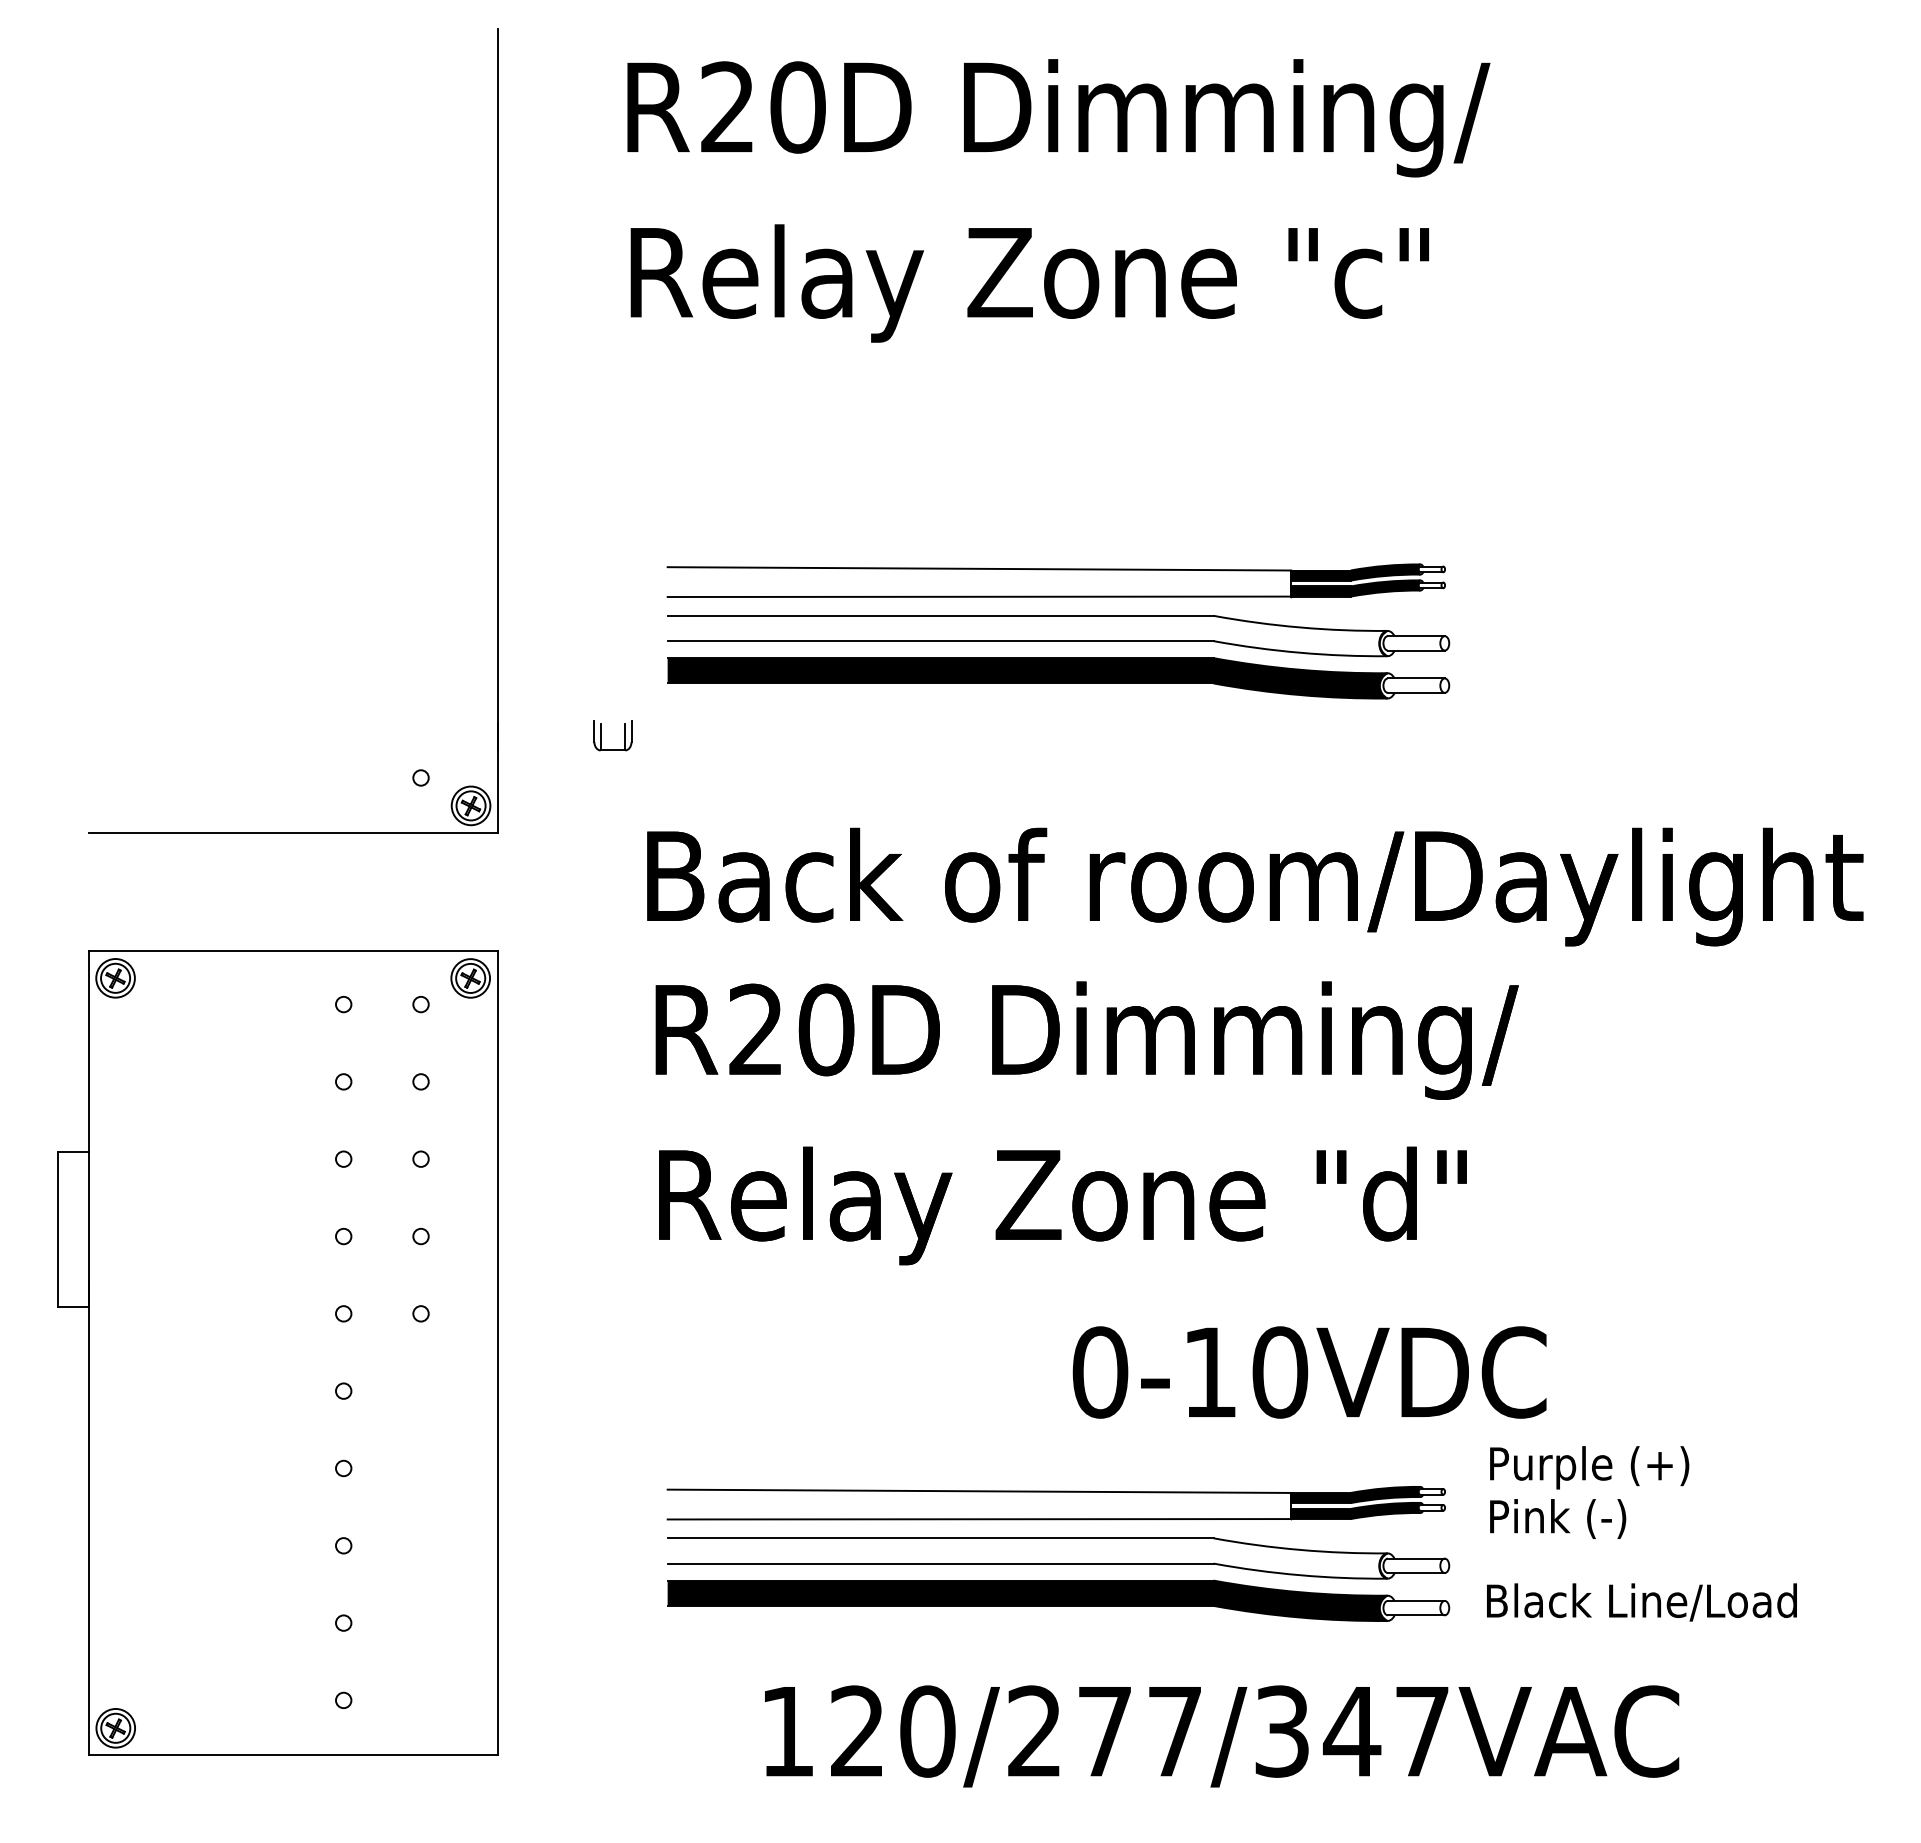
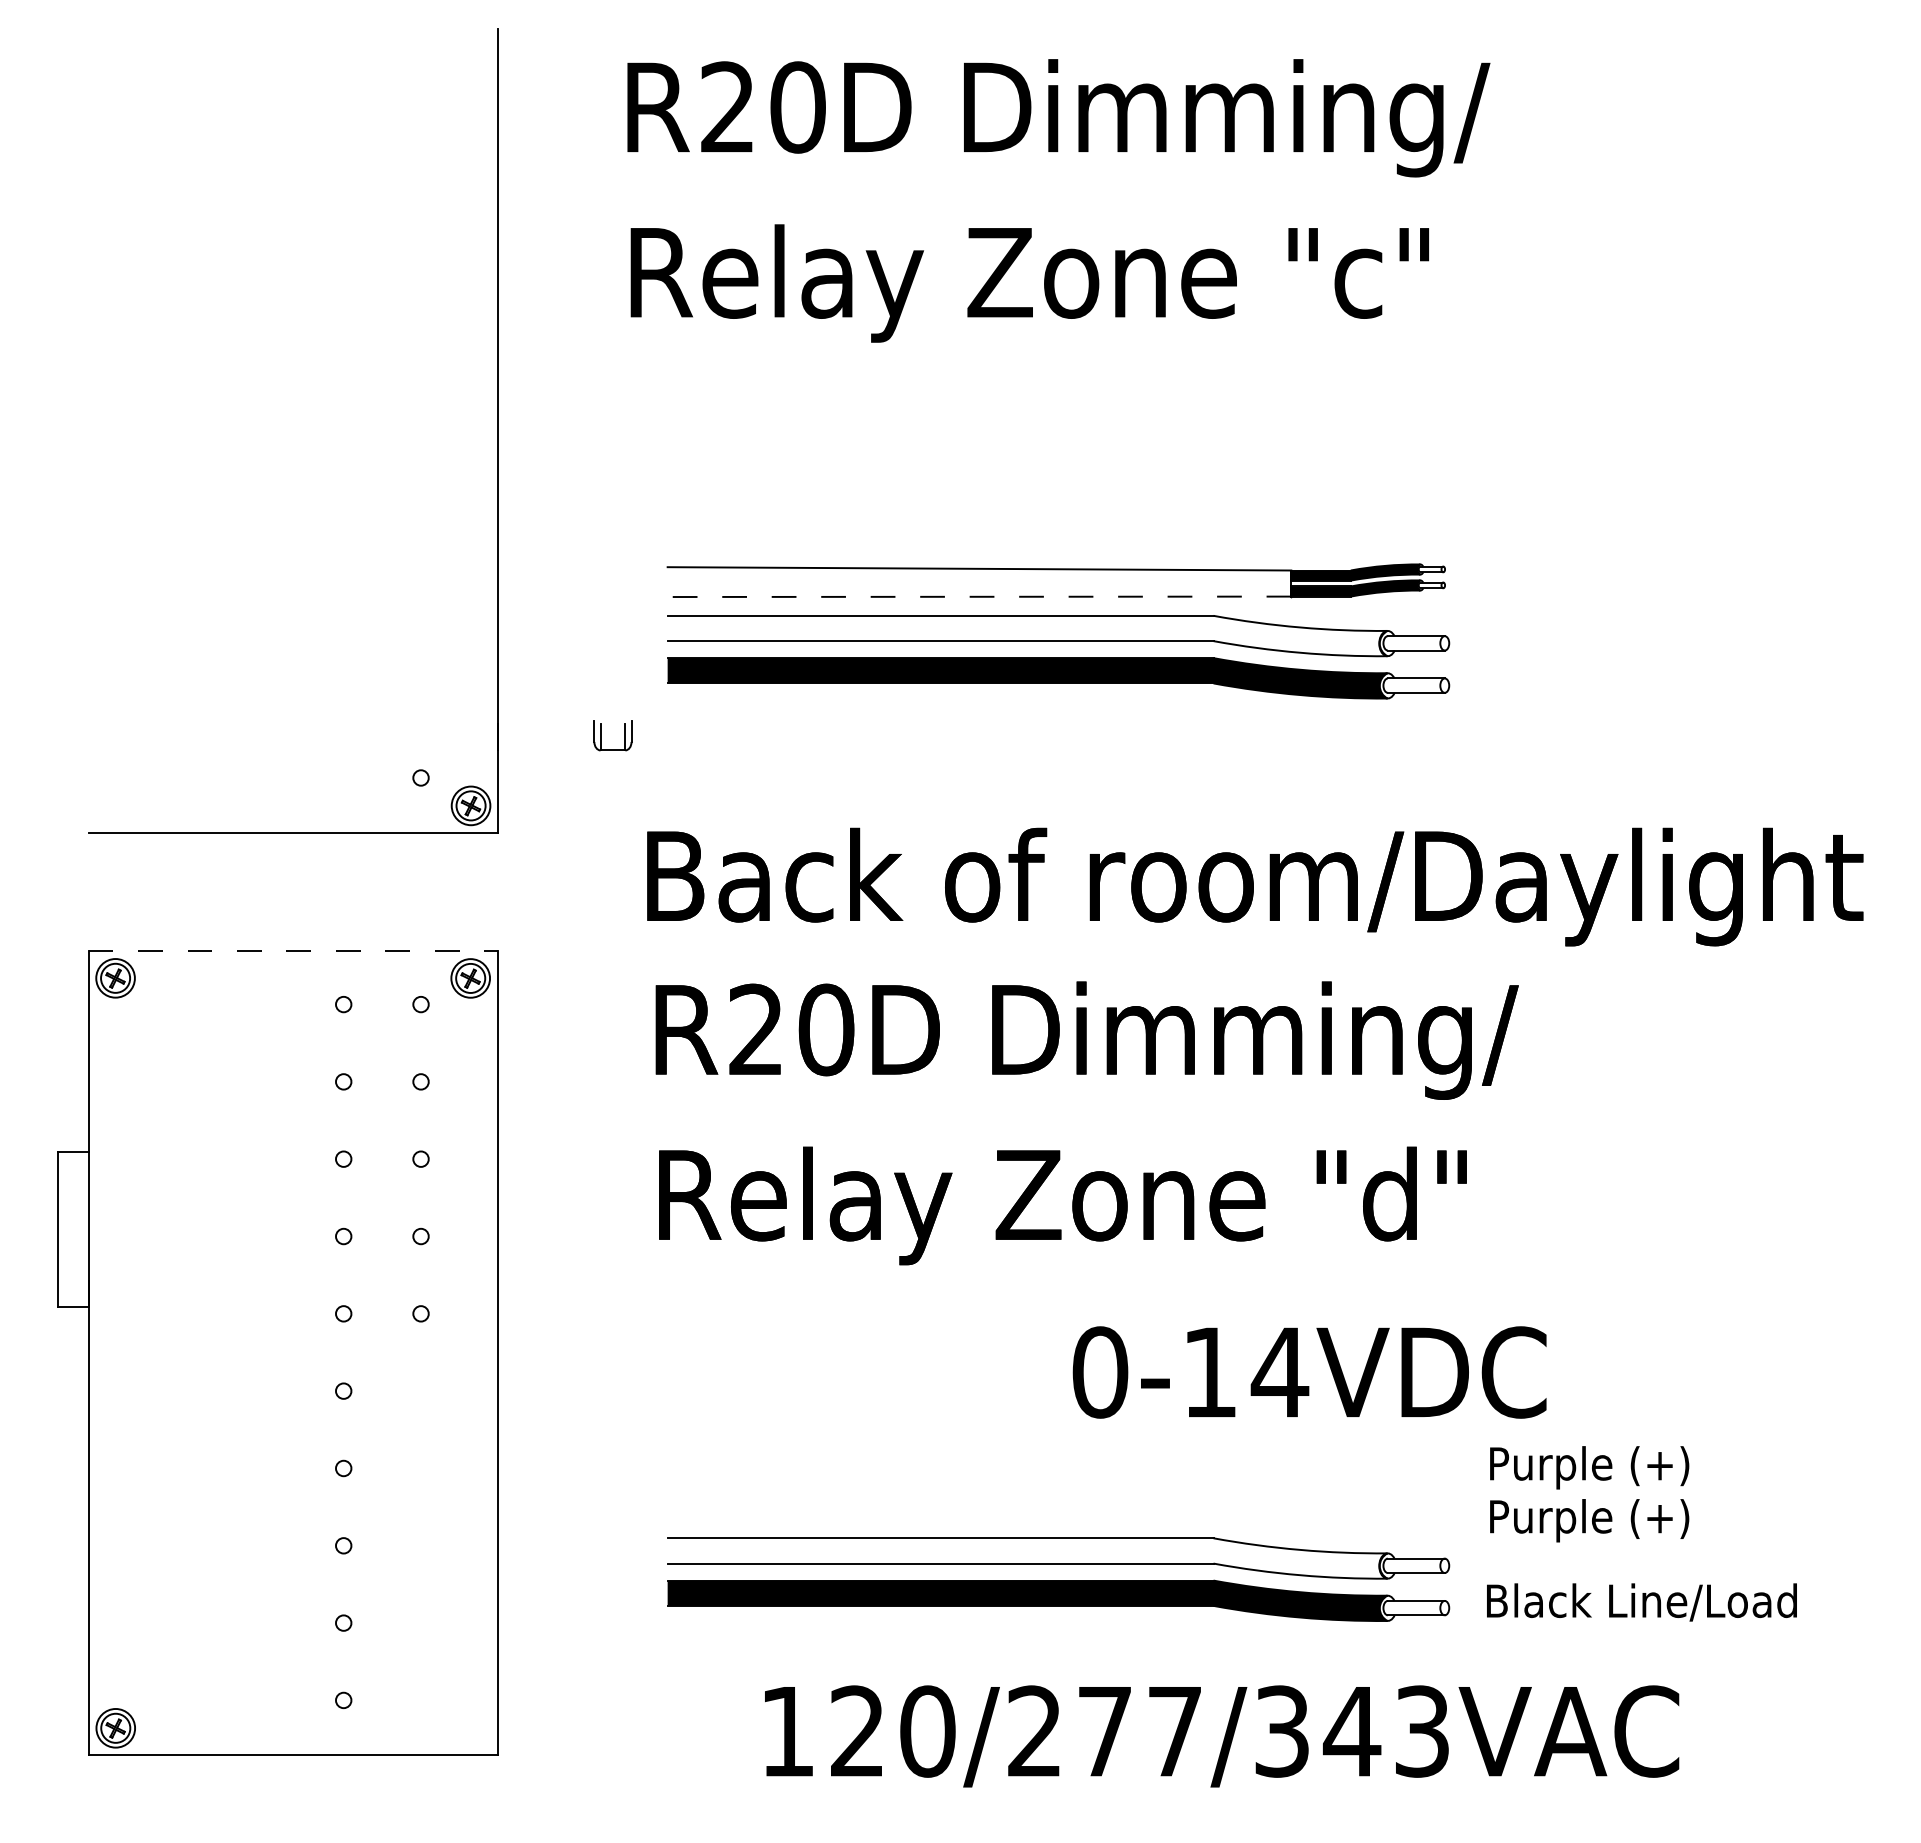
line at (979, 596): solid -> dashed
line at (293, 951): solid -> dashed
text at (1279, 1372): 0-10VDC -> 0-14VDC
part at (1055, 1492): present -> none
text at (1601, 1520): Pink (-) -> Purple (+)
text at (1422, 1731): 120/277/347VAC -> 120/277/343VAC
